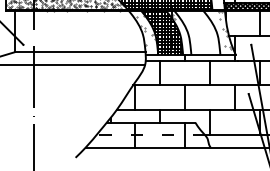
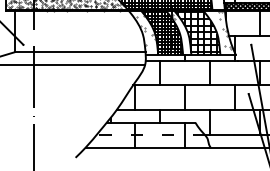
hatch at (197, 32): none -> present
